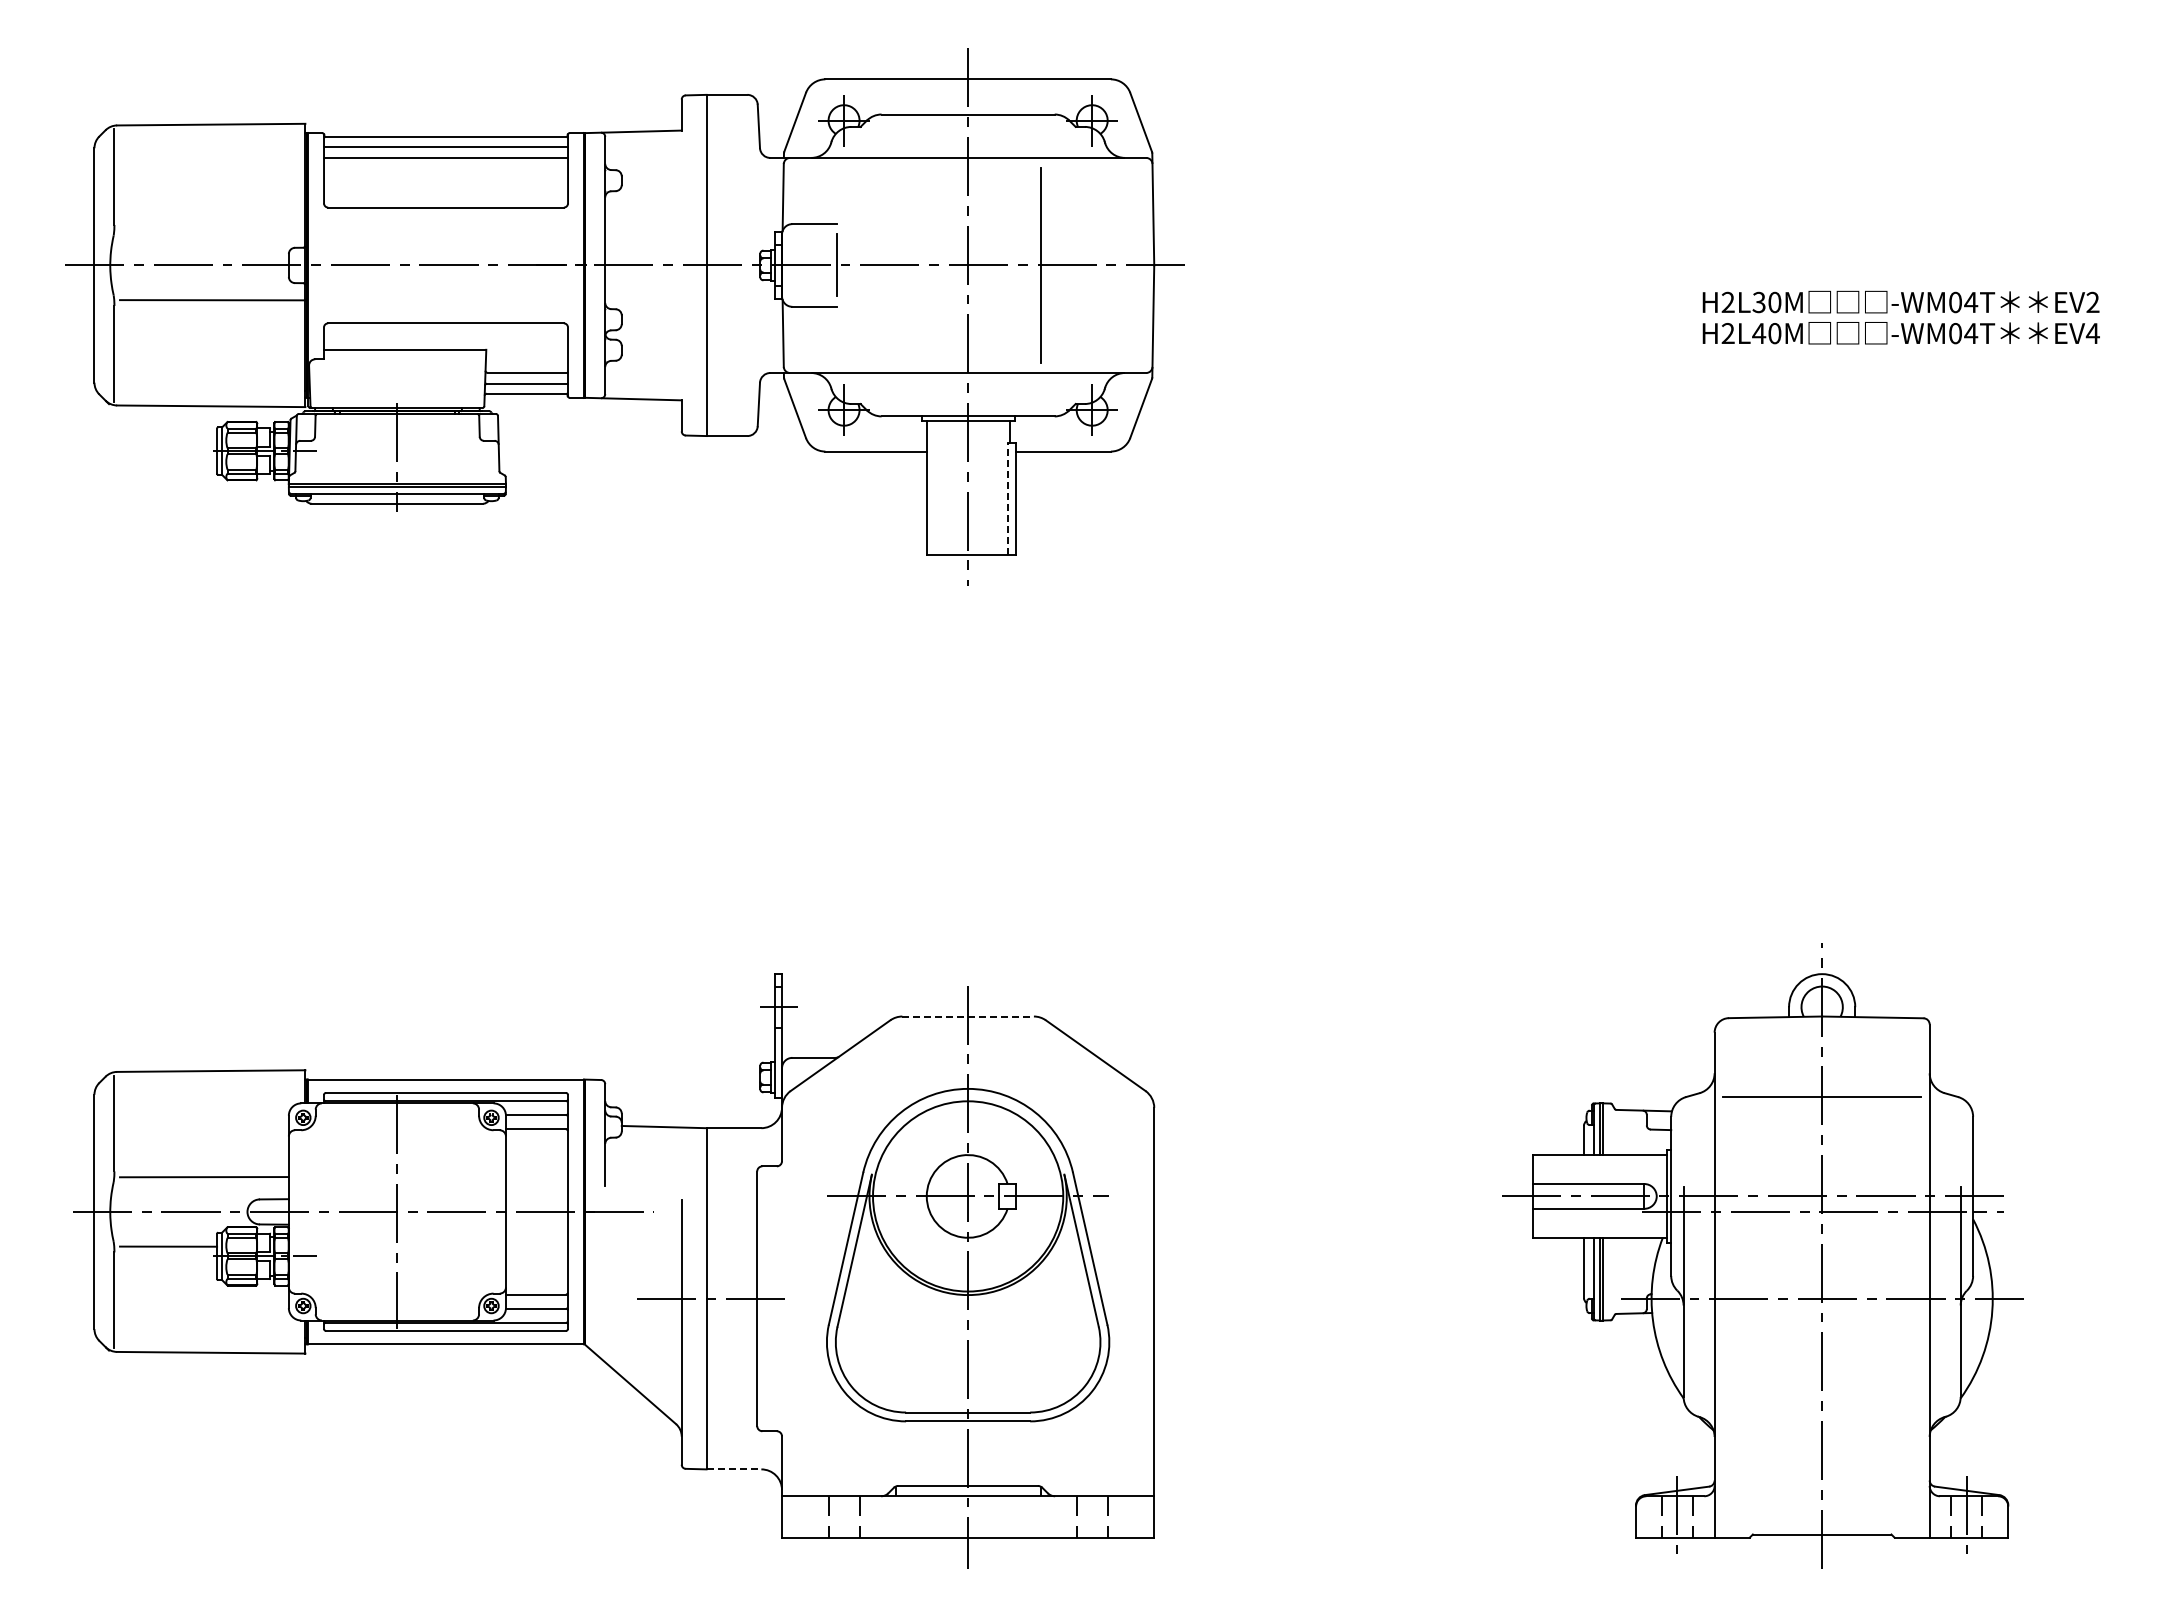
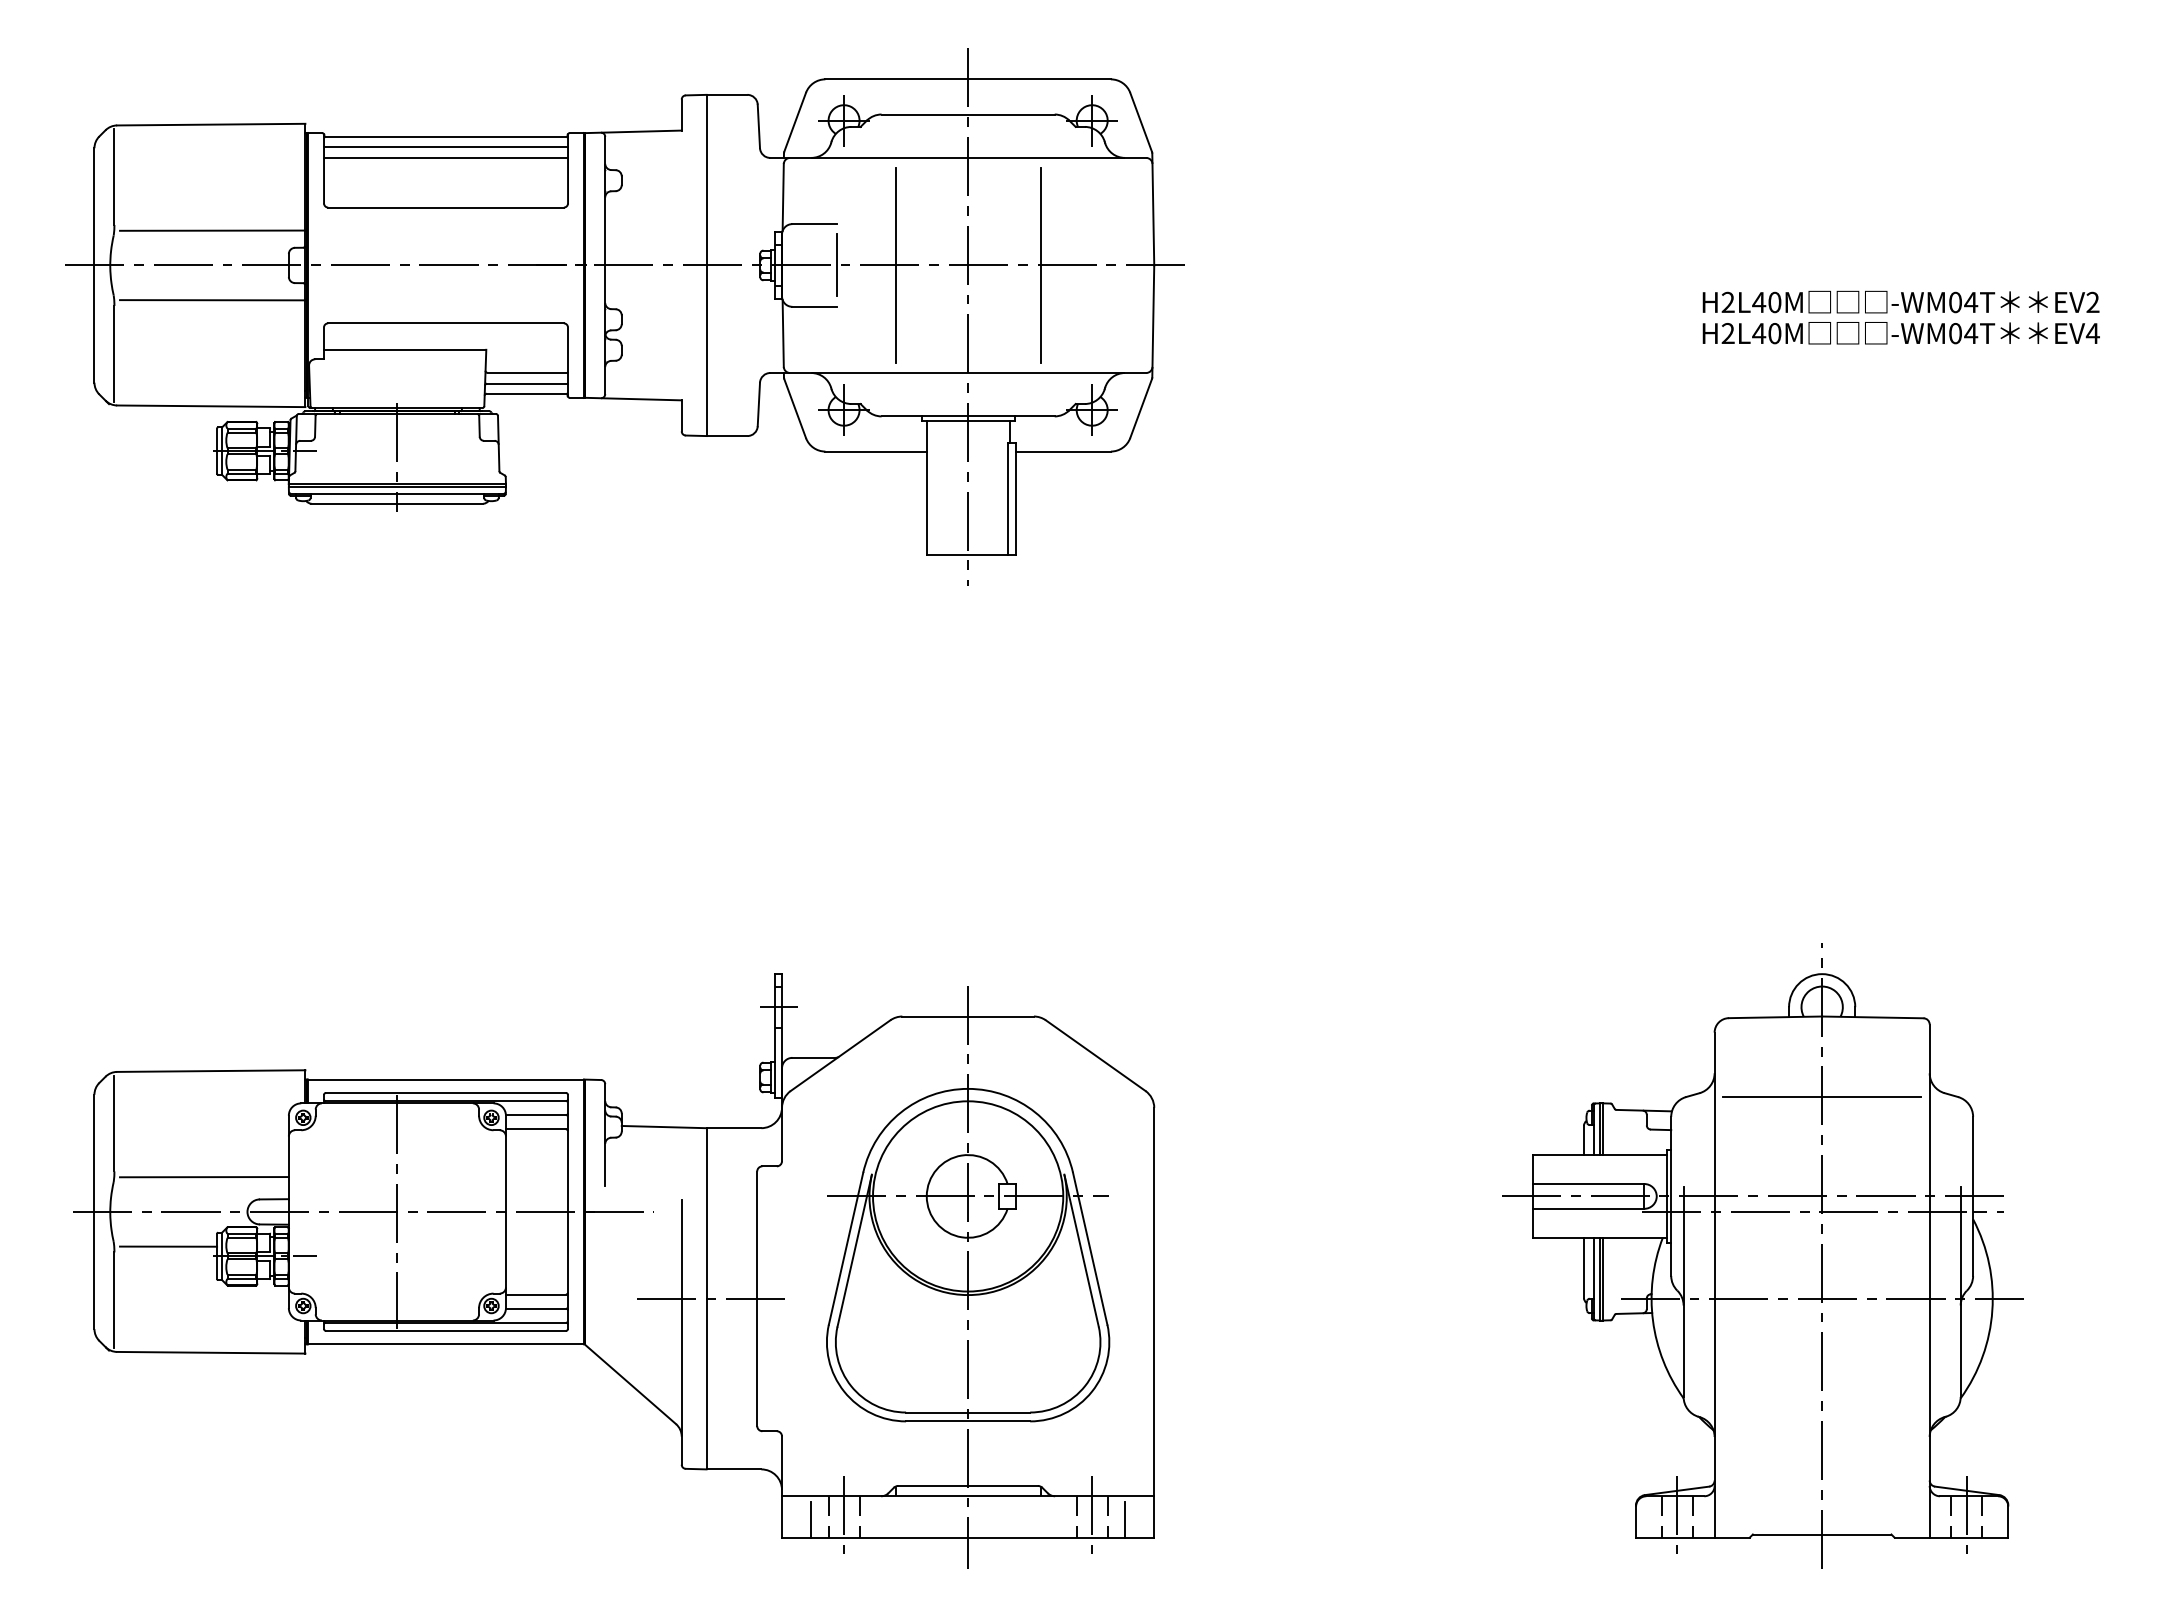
line at (212, 230): none -> present
line at (895, 265): none -> present
text at (1759, 302): H2L30M -> H2L40M
line at (1007, 499): dashed -> solid
line at (968, 1016): dashed -> solid
line at (734, 1469): dashed -> solid
line at (844, 1516): none -> present
line at (1092, 1516): none -> present
line at (810, 1519): none -> present
line at (1125, 1519): none -> present
